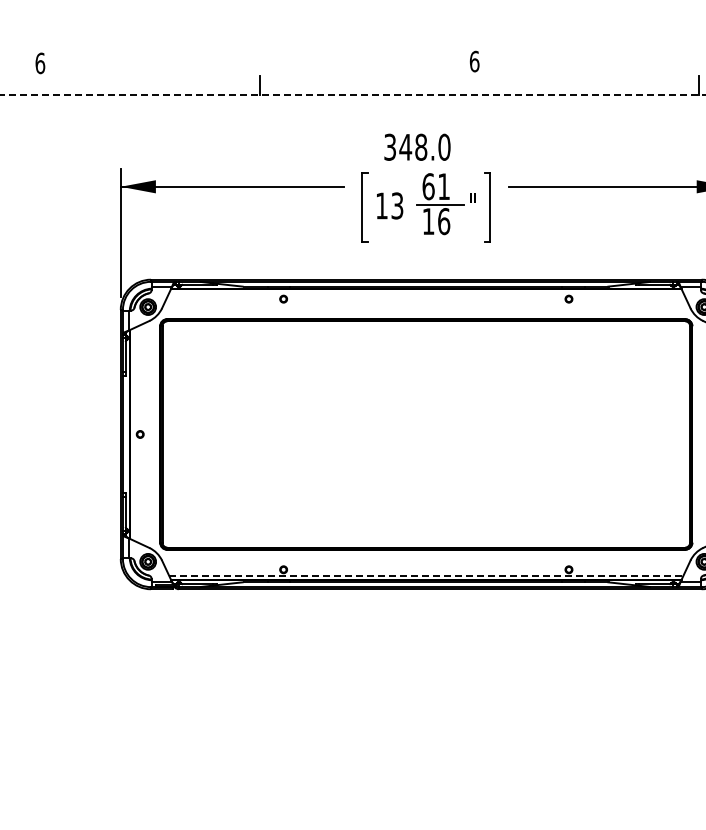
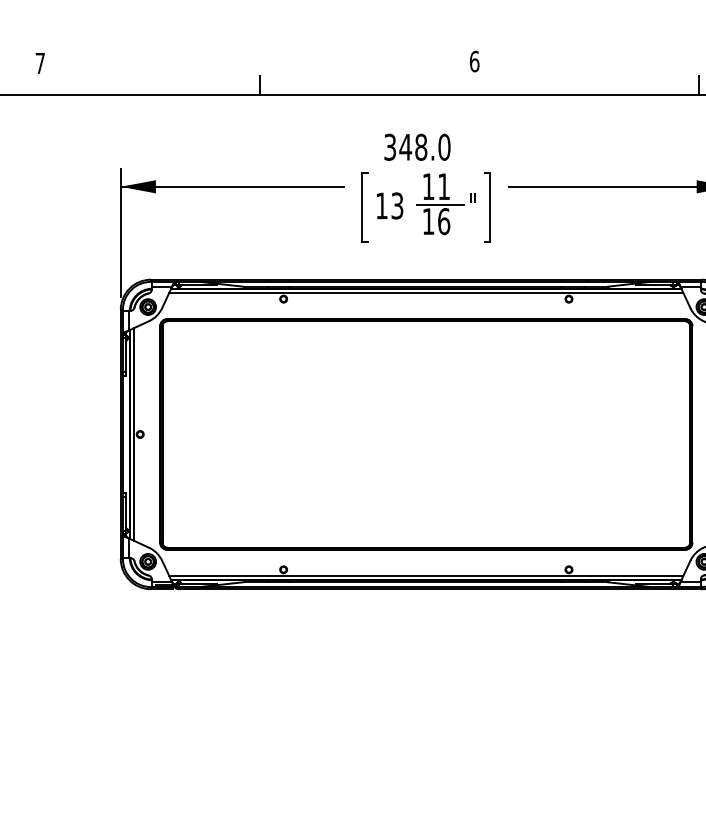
text at (40, 63): 6 -> 7
line at (353, 94): dashed -> solid
text at (428, 186): 61 -> 11
line at (426, 292): none -> present
line at (134, 434): none -> present
line at (426, 575): dashed -> solid
